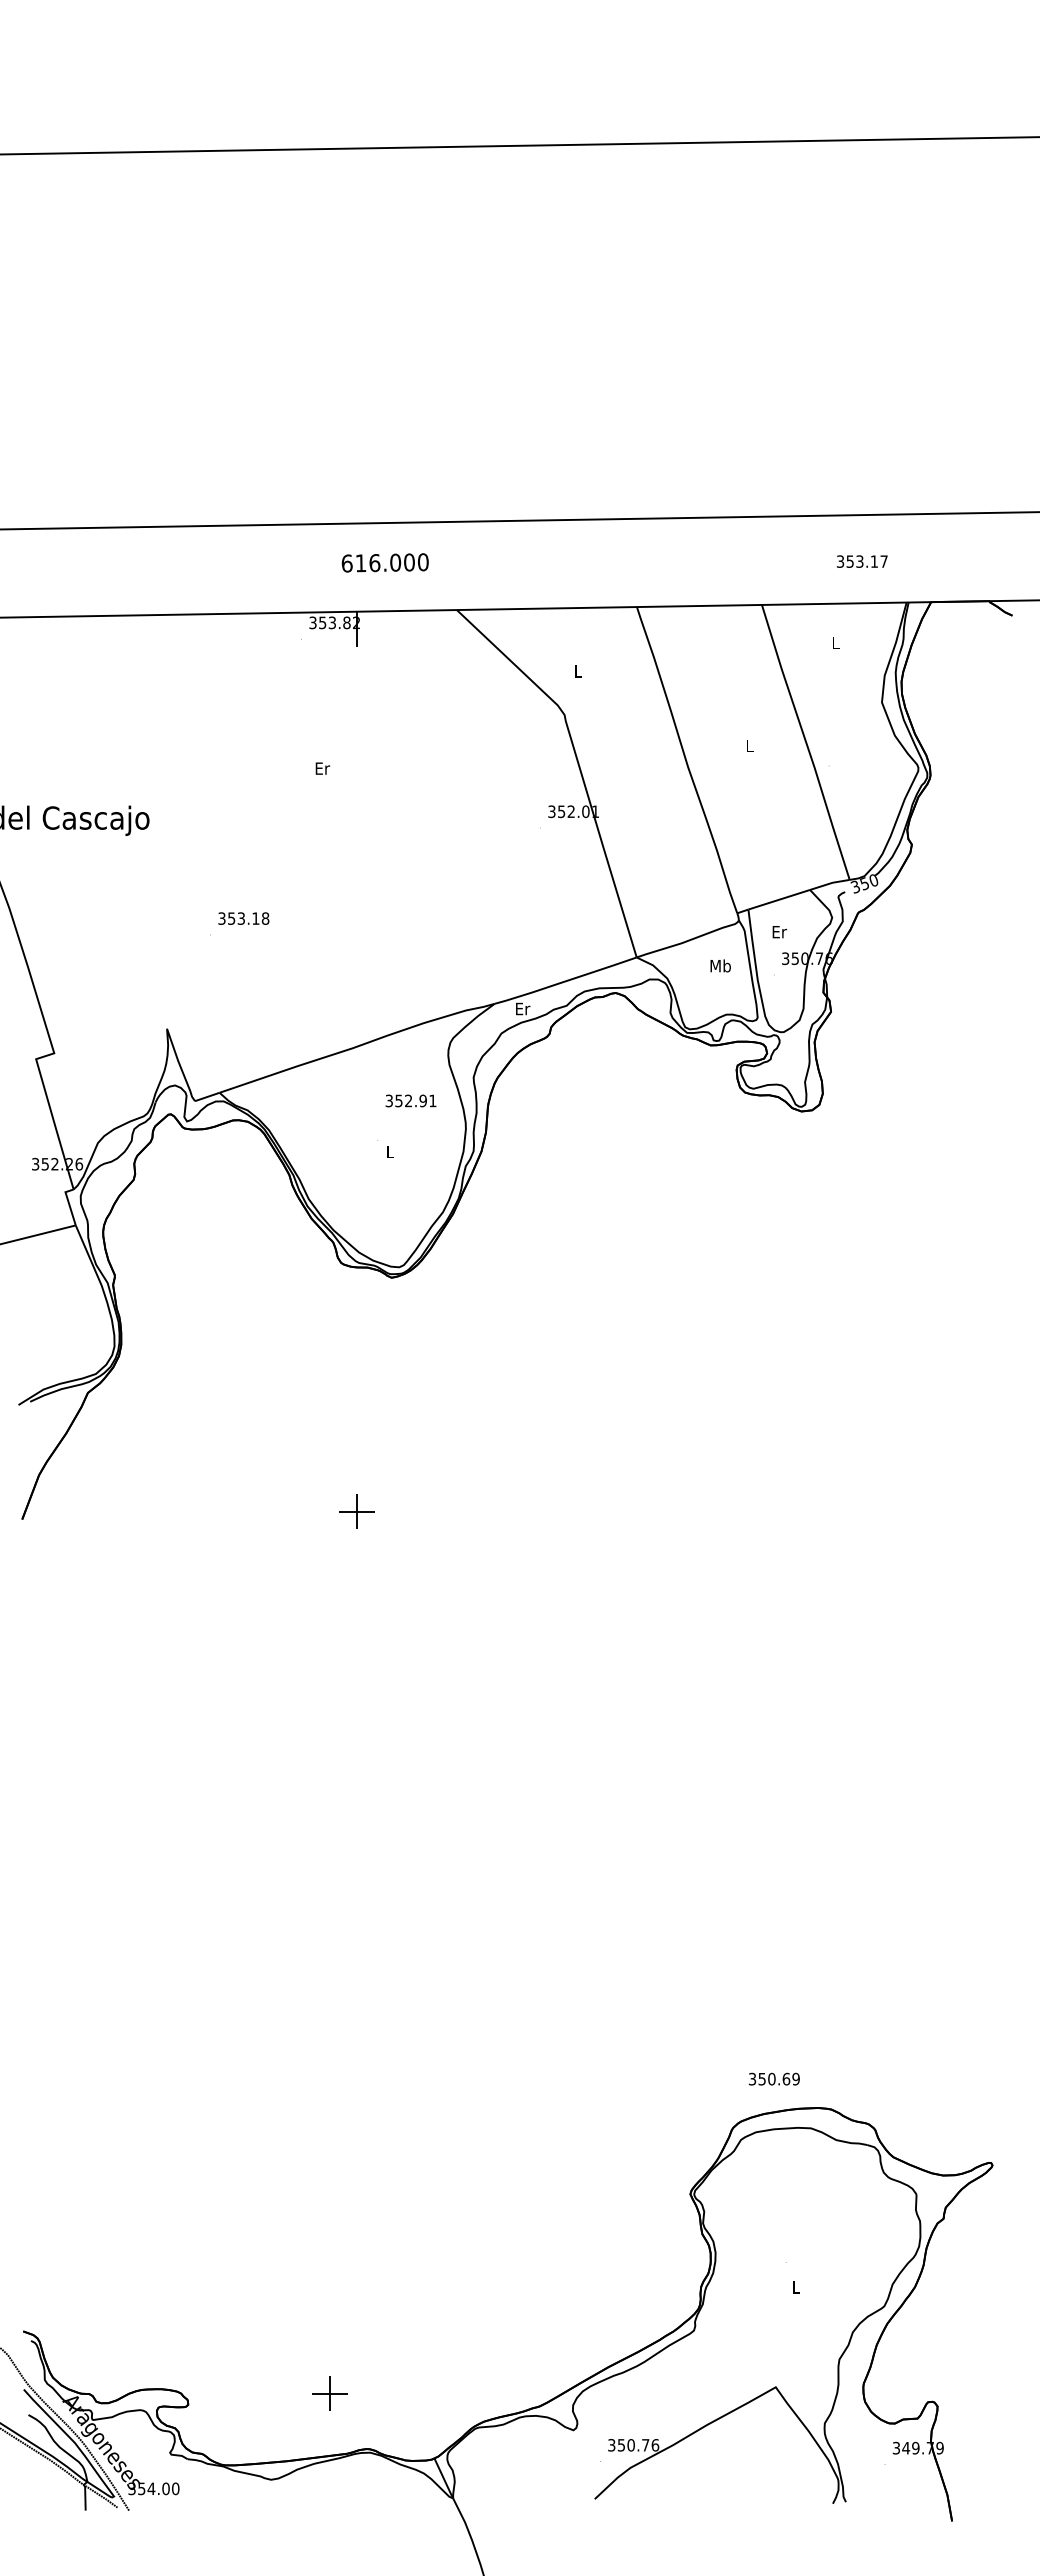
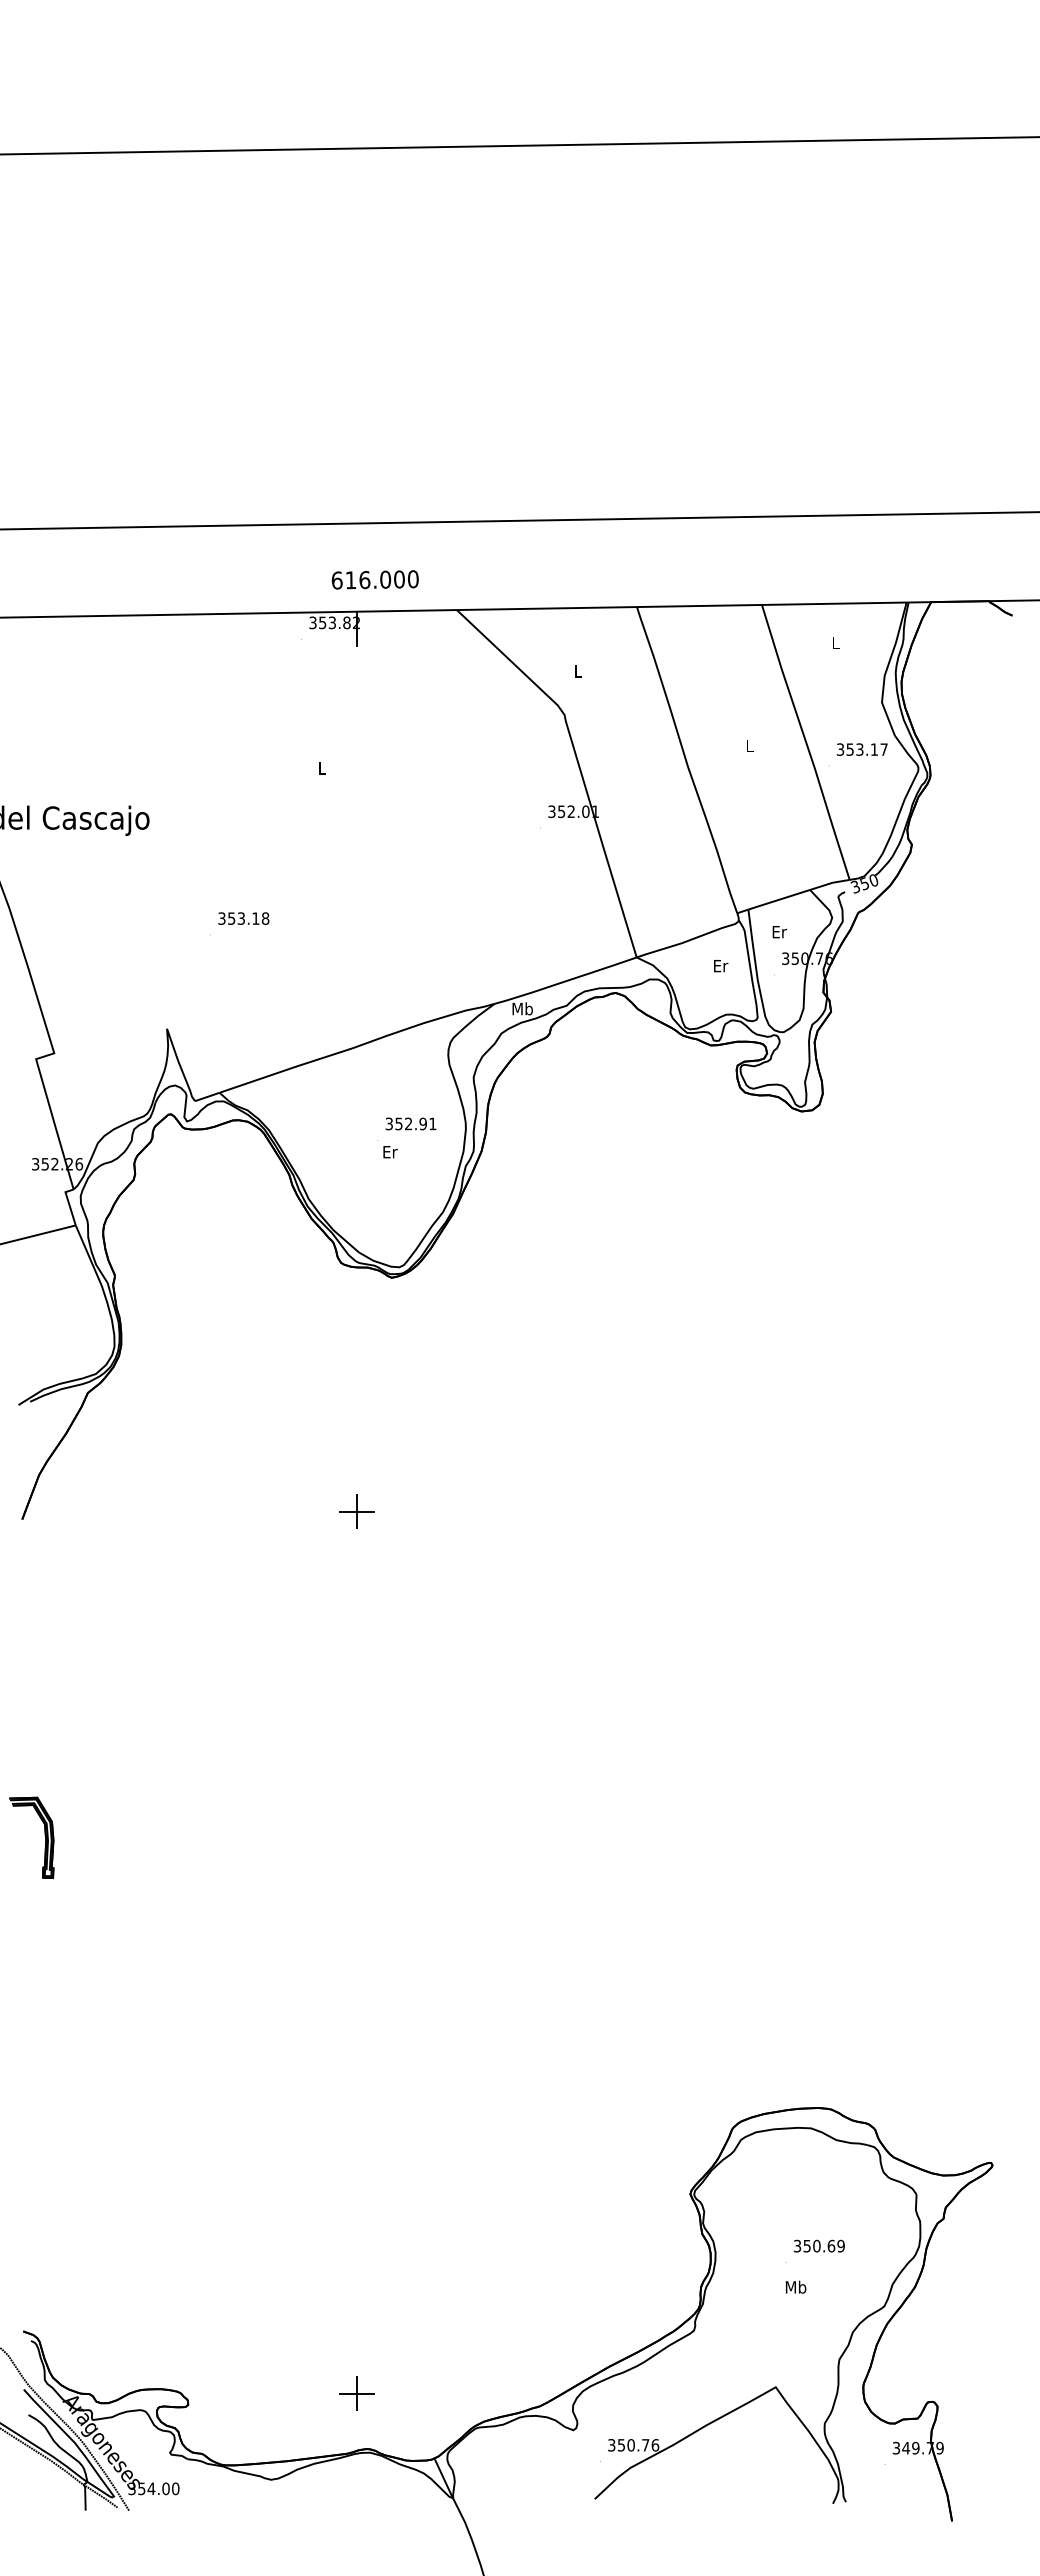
text at (862, 561) position: (862, 561) -> (862, 749)
text at (384, 562) position: (384, 562) -> (374, 579)
text at (322, 768): Er -> L
text at (720, 965): Mb -> Er
text at (522, 1008): Er -> Mb
text at (410, 1100) position: (410, 1100) -> (410, 1123)
text at (390, 1152): L -> Er
part at (44, 1835): none -> present
text at (773, 2078) position: (773, 2078) -> (818, 2245)
text at (795, 2286): L -> Mb
part at (329, 2393) position: (329, 2393) -> (356, 2393)
